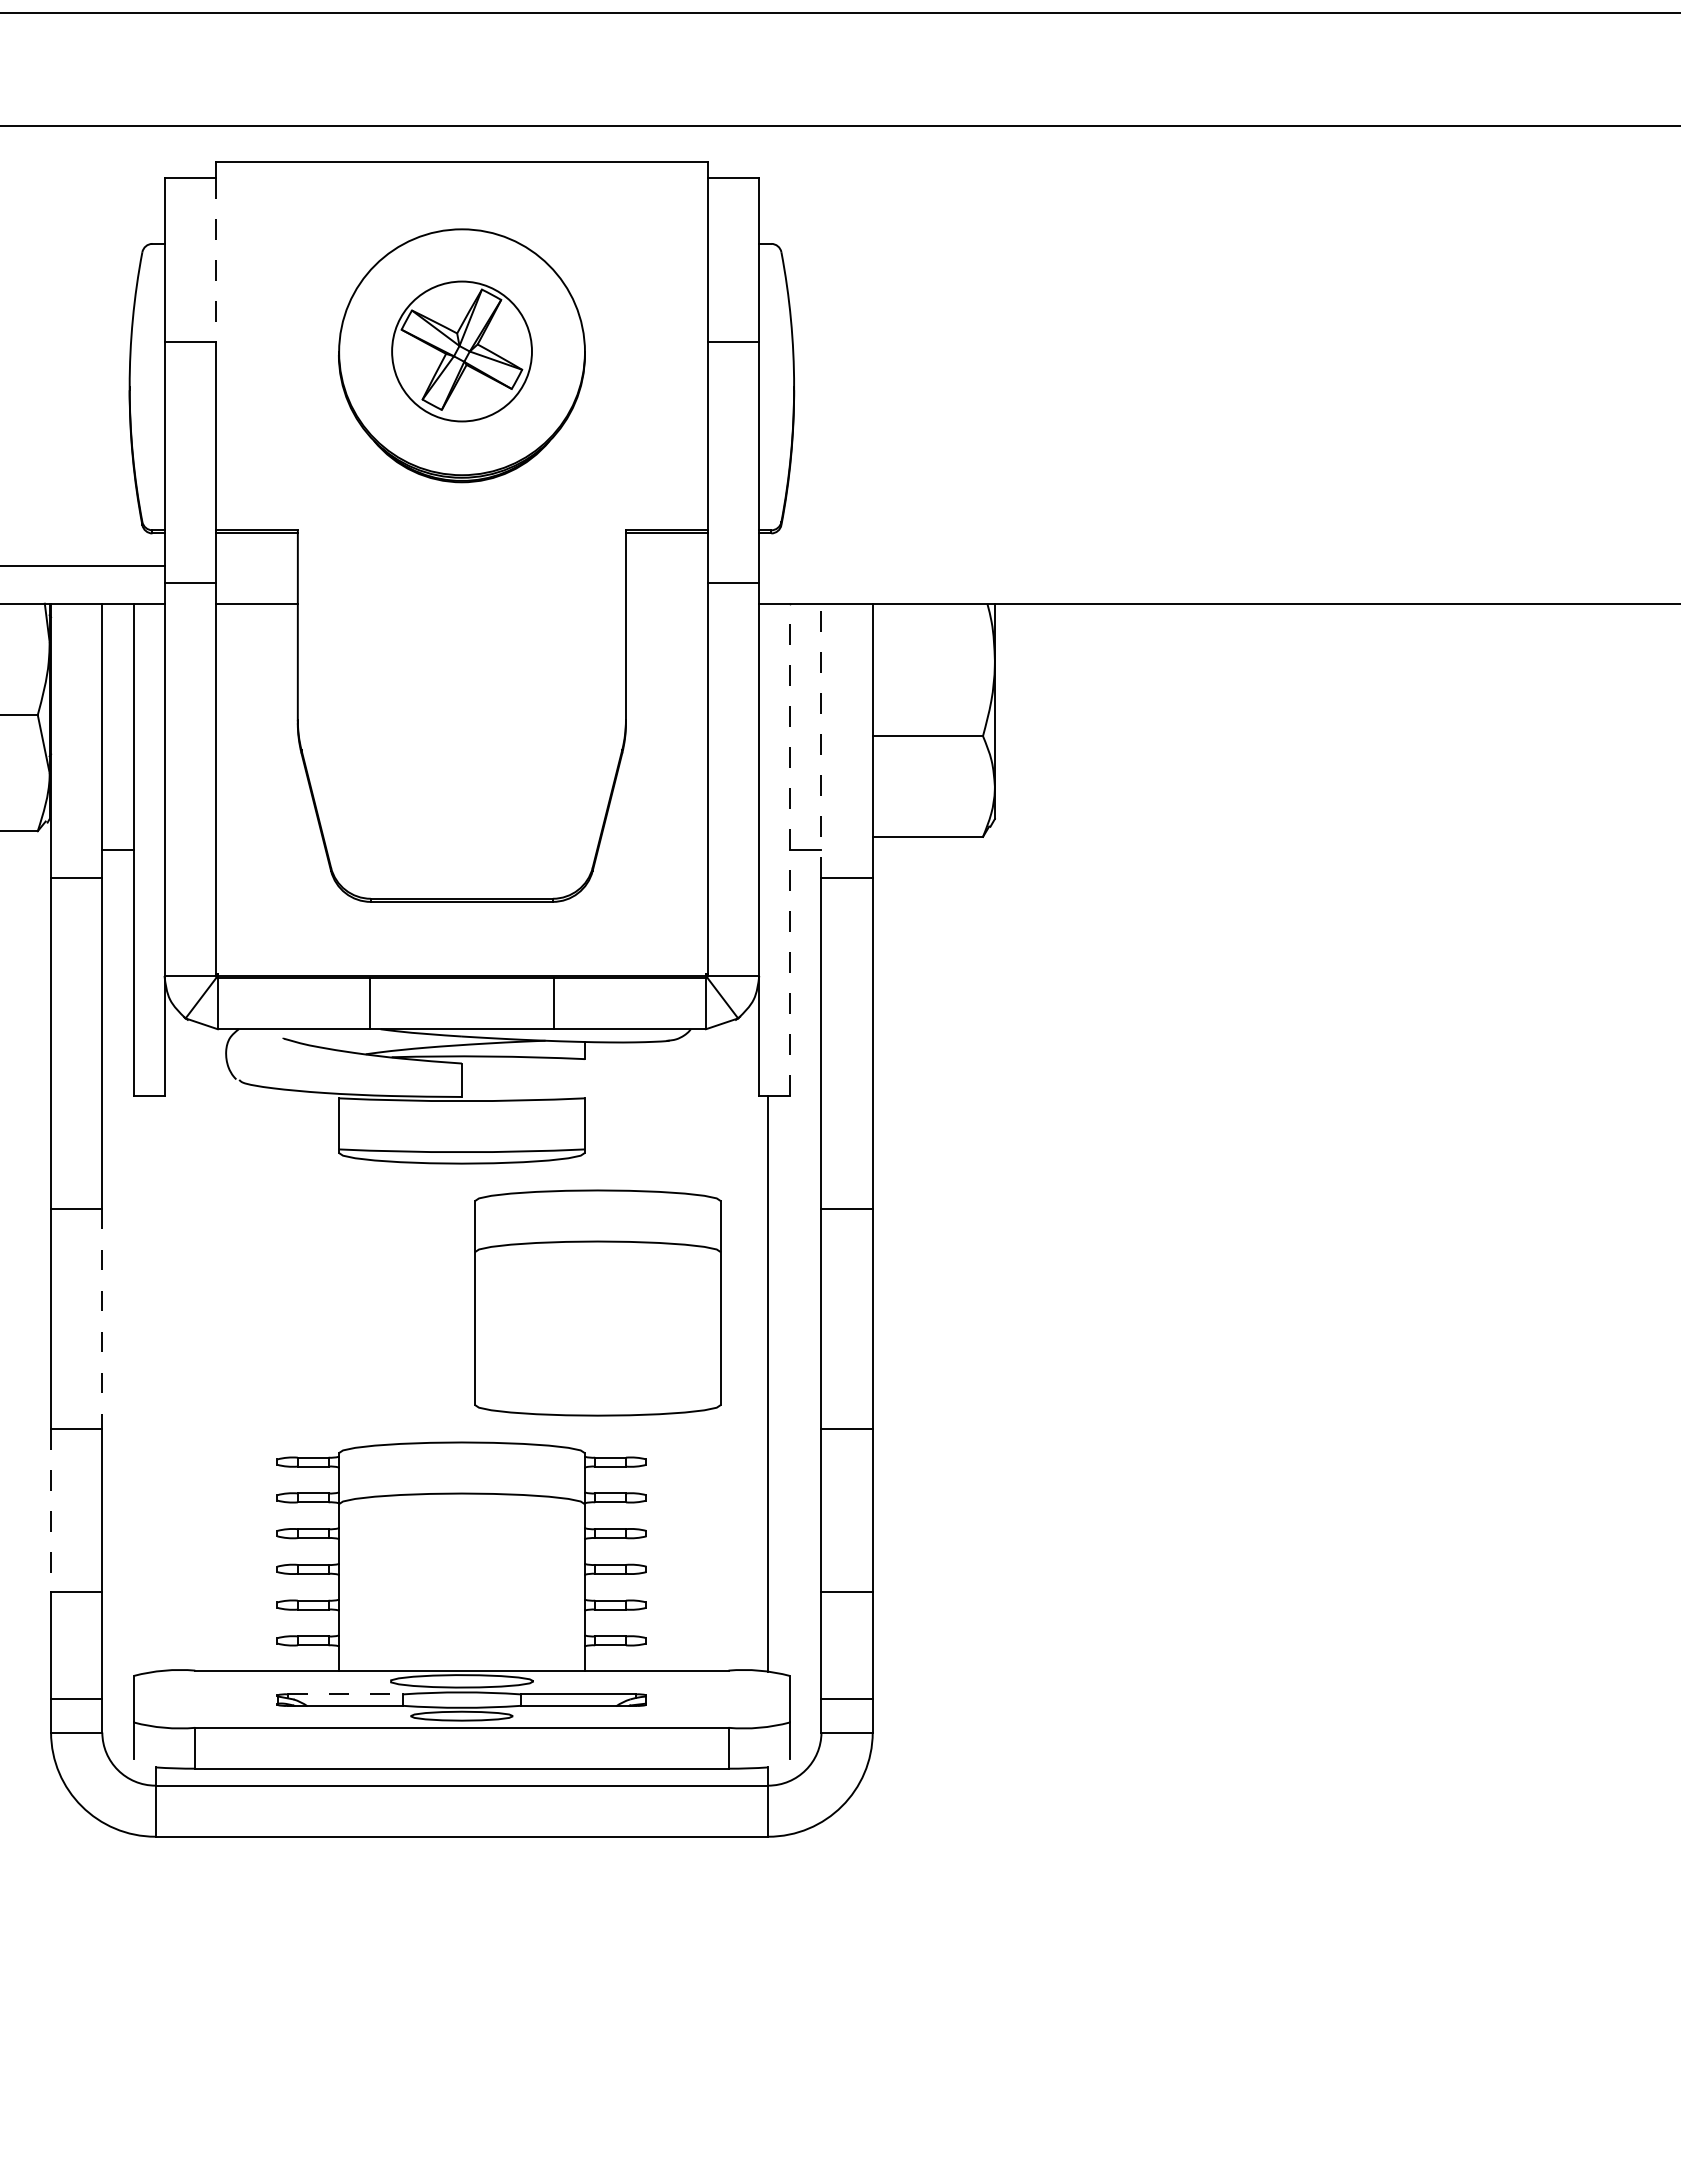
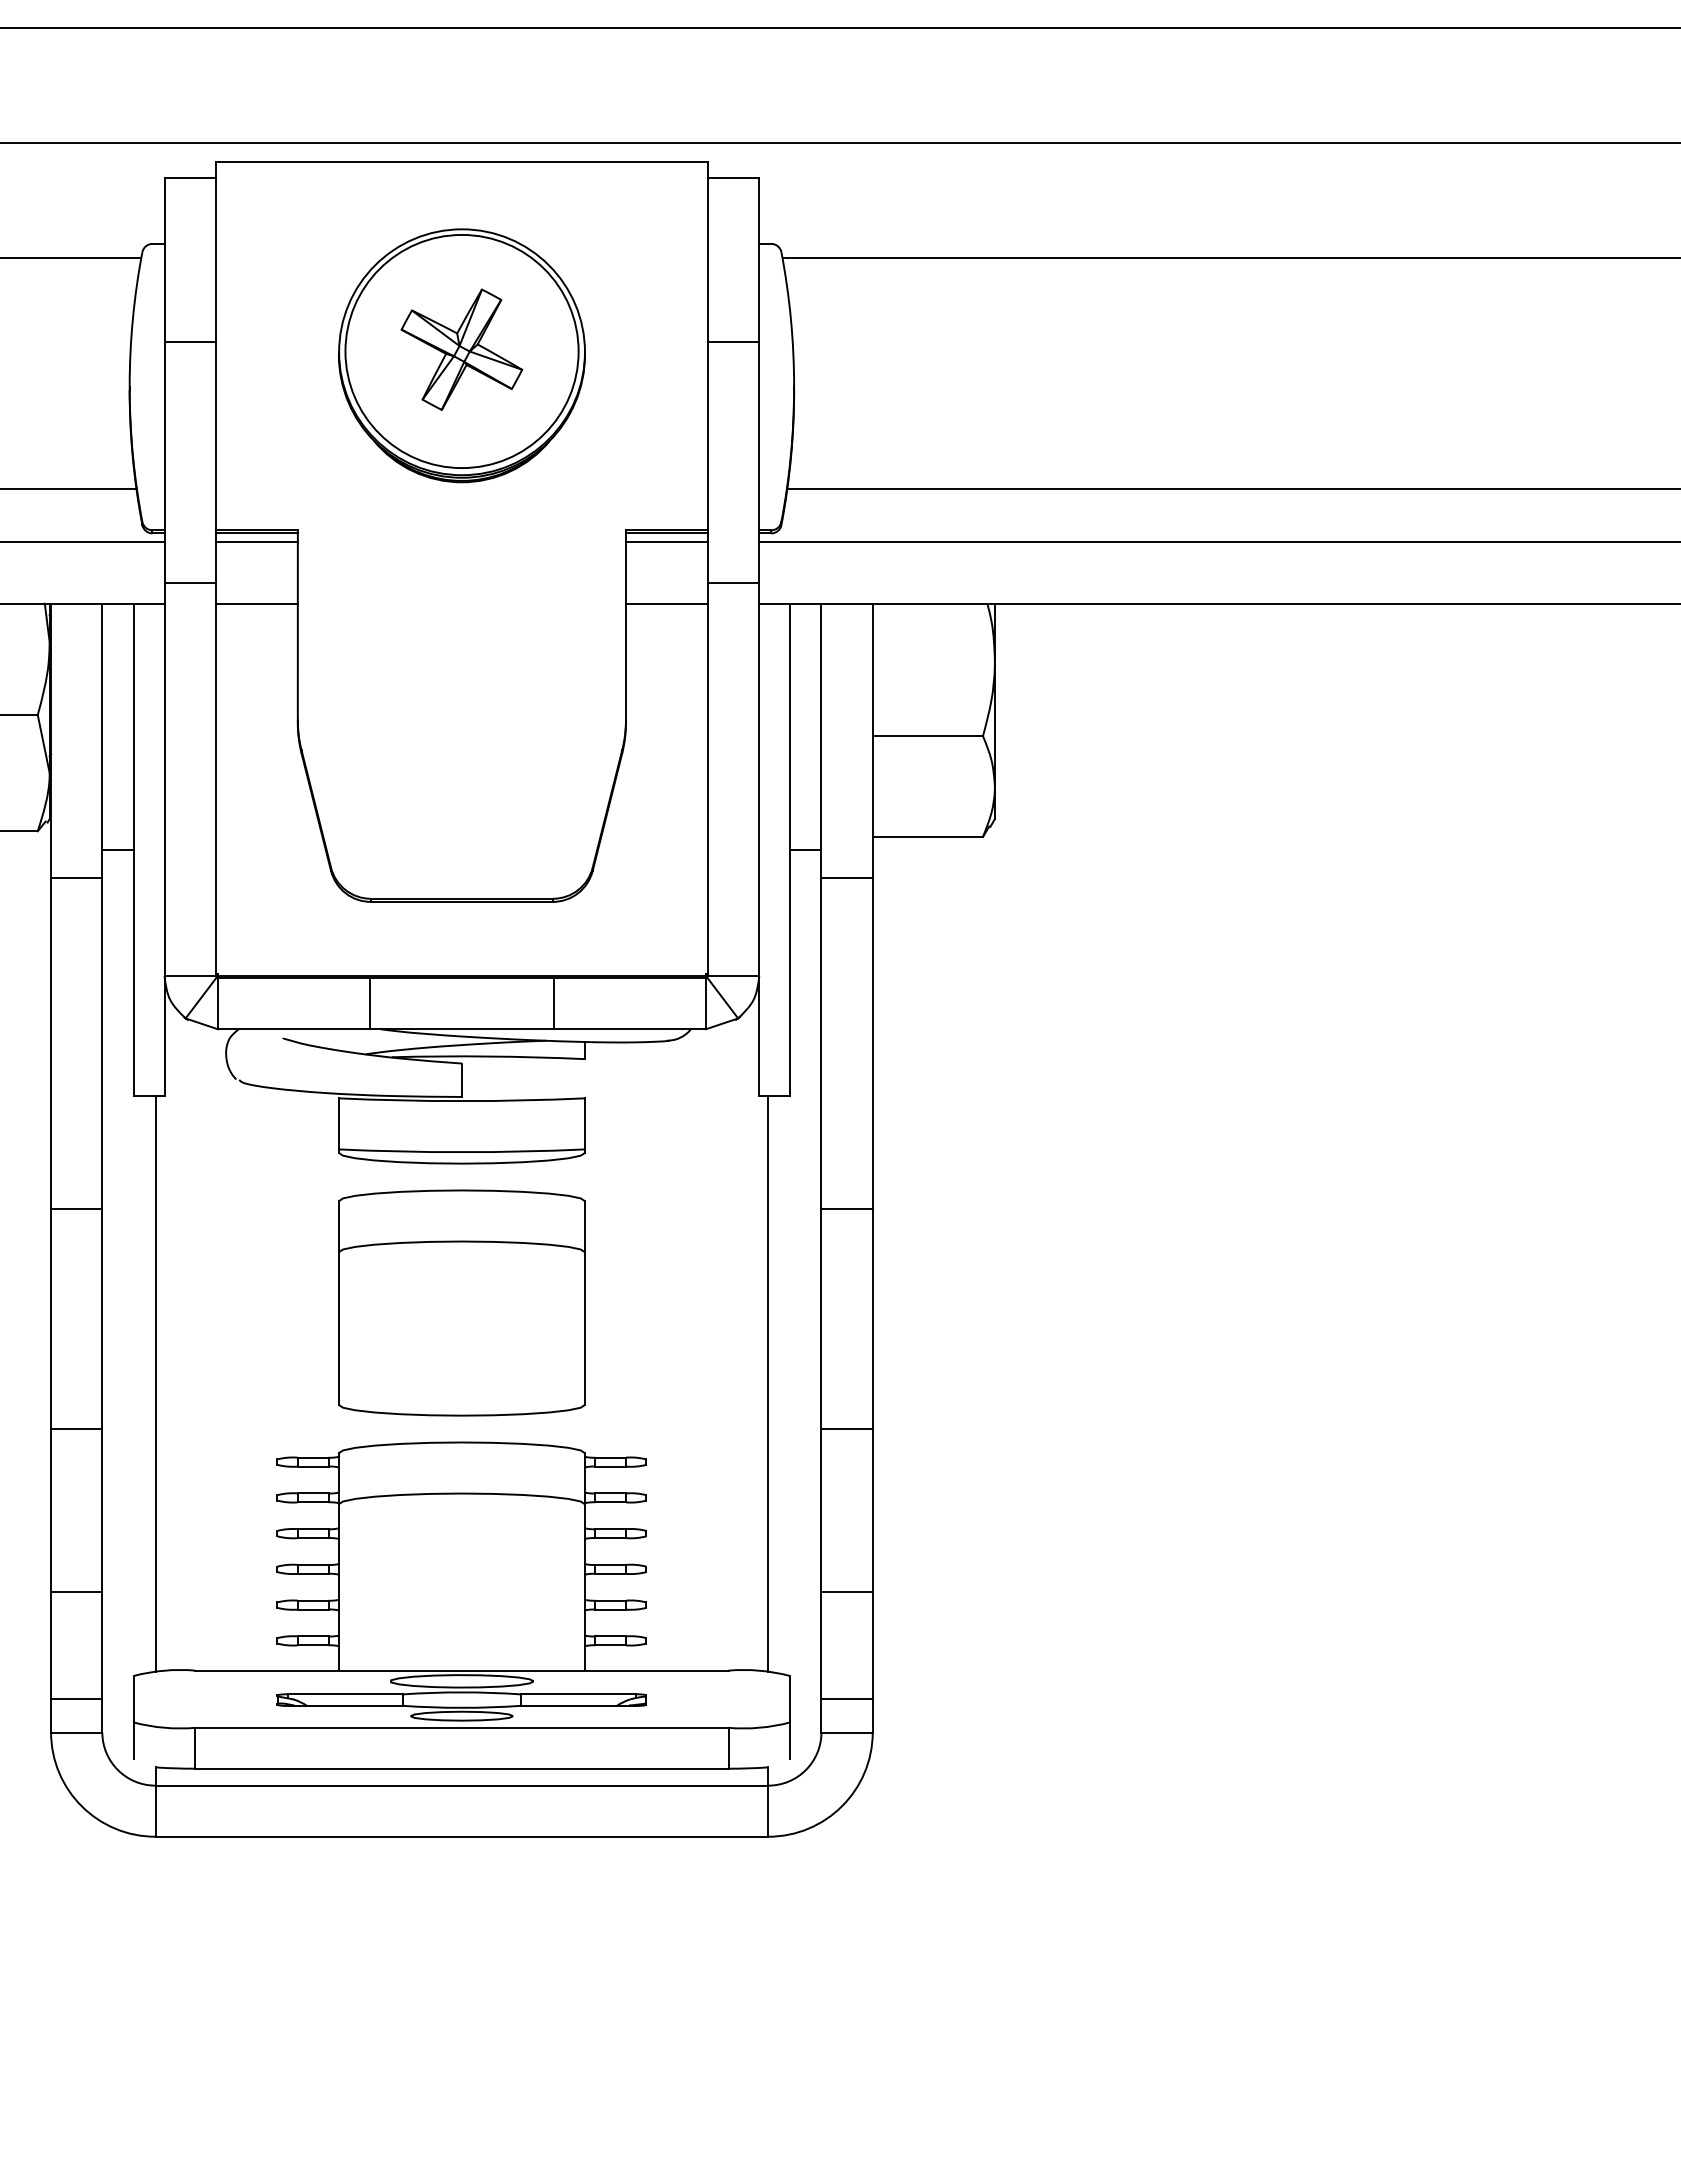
line at (839, 13) position: (839, 13) -> (839, 28)
line at (839, 126) position: (839, 126) -> (839, 143)
line at (71, 258): none -> present
line at (1229, 258): none -> present
line at (215, 260): dashed -> solid
circle at (461, 351) diameter: 140 px -> 233 px
line at (69, 488): none -> present
line at (1232, 488): none -> present
line at (256, 542): none -> present
line at (666, 542): none -> present
line at (1218, 542): none -> present
line at (83, 566) position: (83, 566) -> (83, 542)
line at (666, 603): none -> present
line at (821, 740): dashed -> solid
line at (790, 849): dashed -> solid
part at (597, 1302) position: (597, 1302) -> (461, 1302)
line at (102, 1319): dashed -> solid
line at (155, 1383): none -> present
line at (51, 1511): dashed -> solid
line at (345, 1694): dashed -> solid
